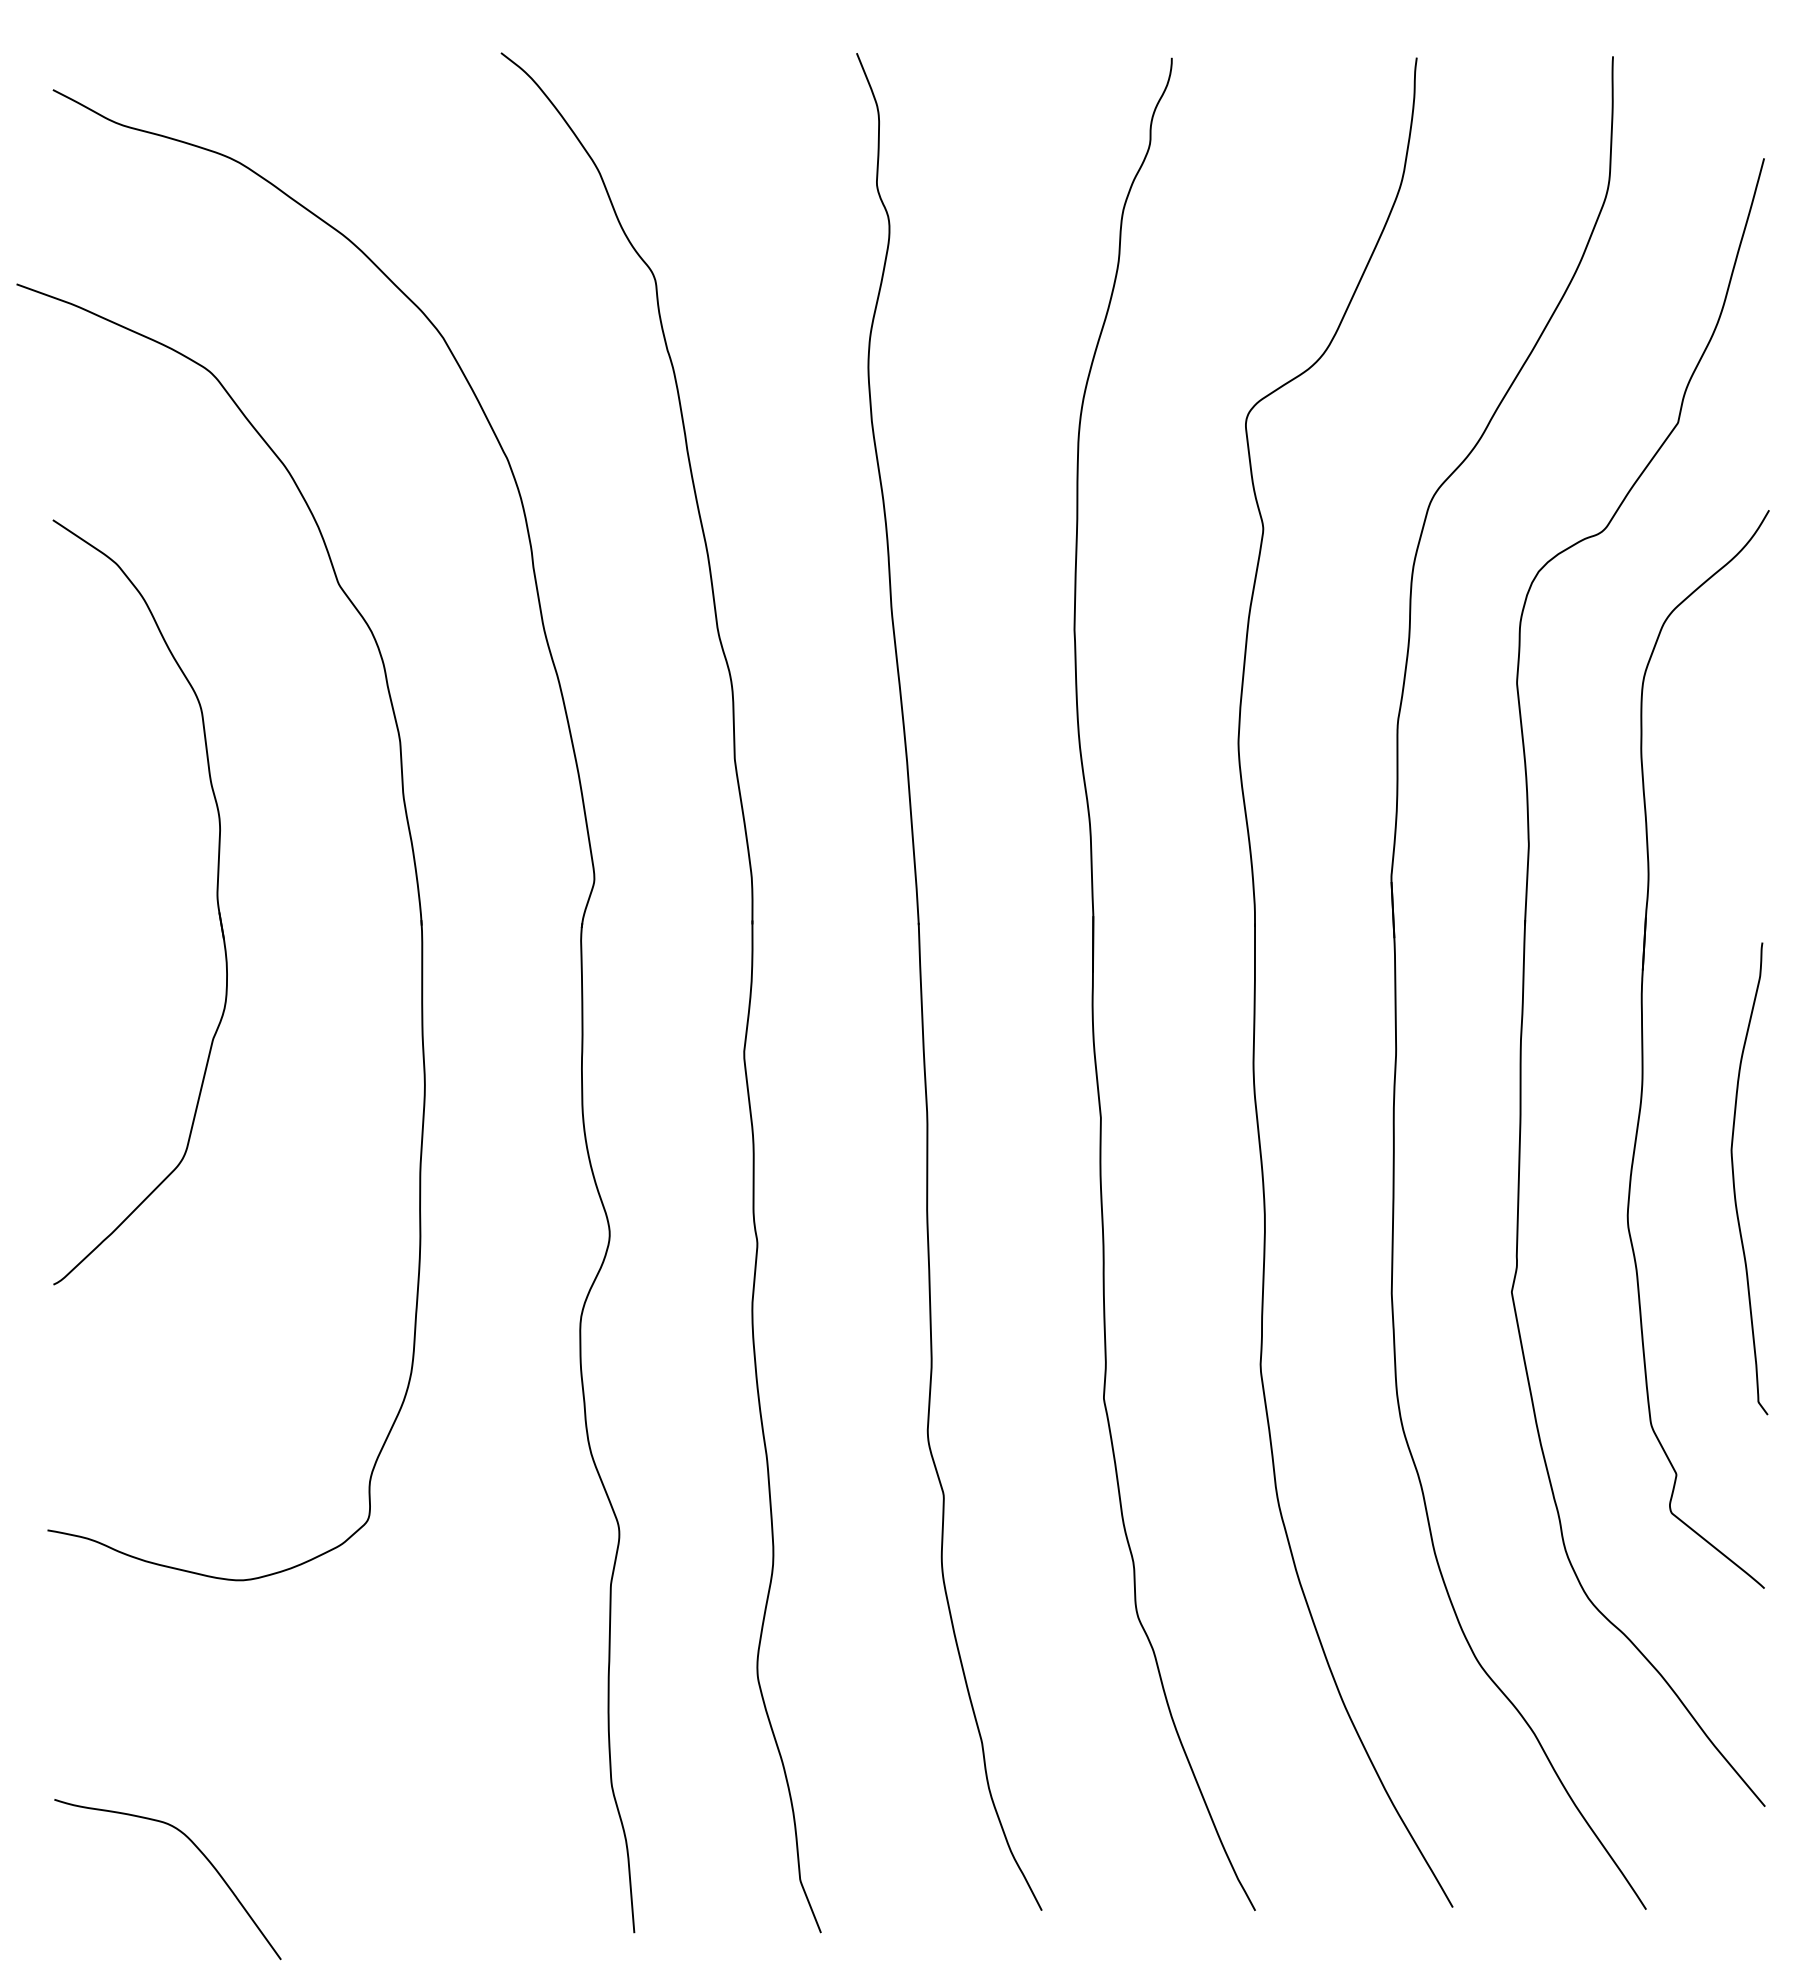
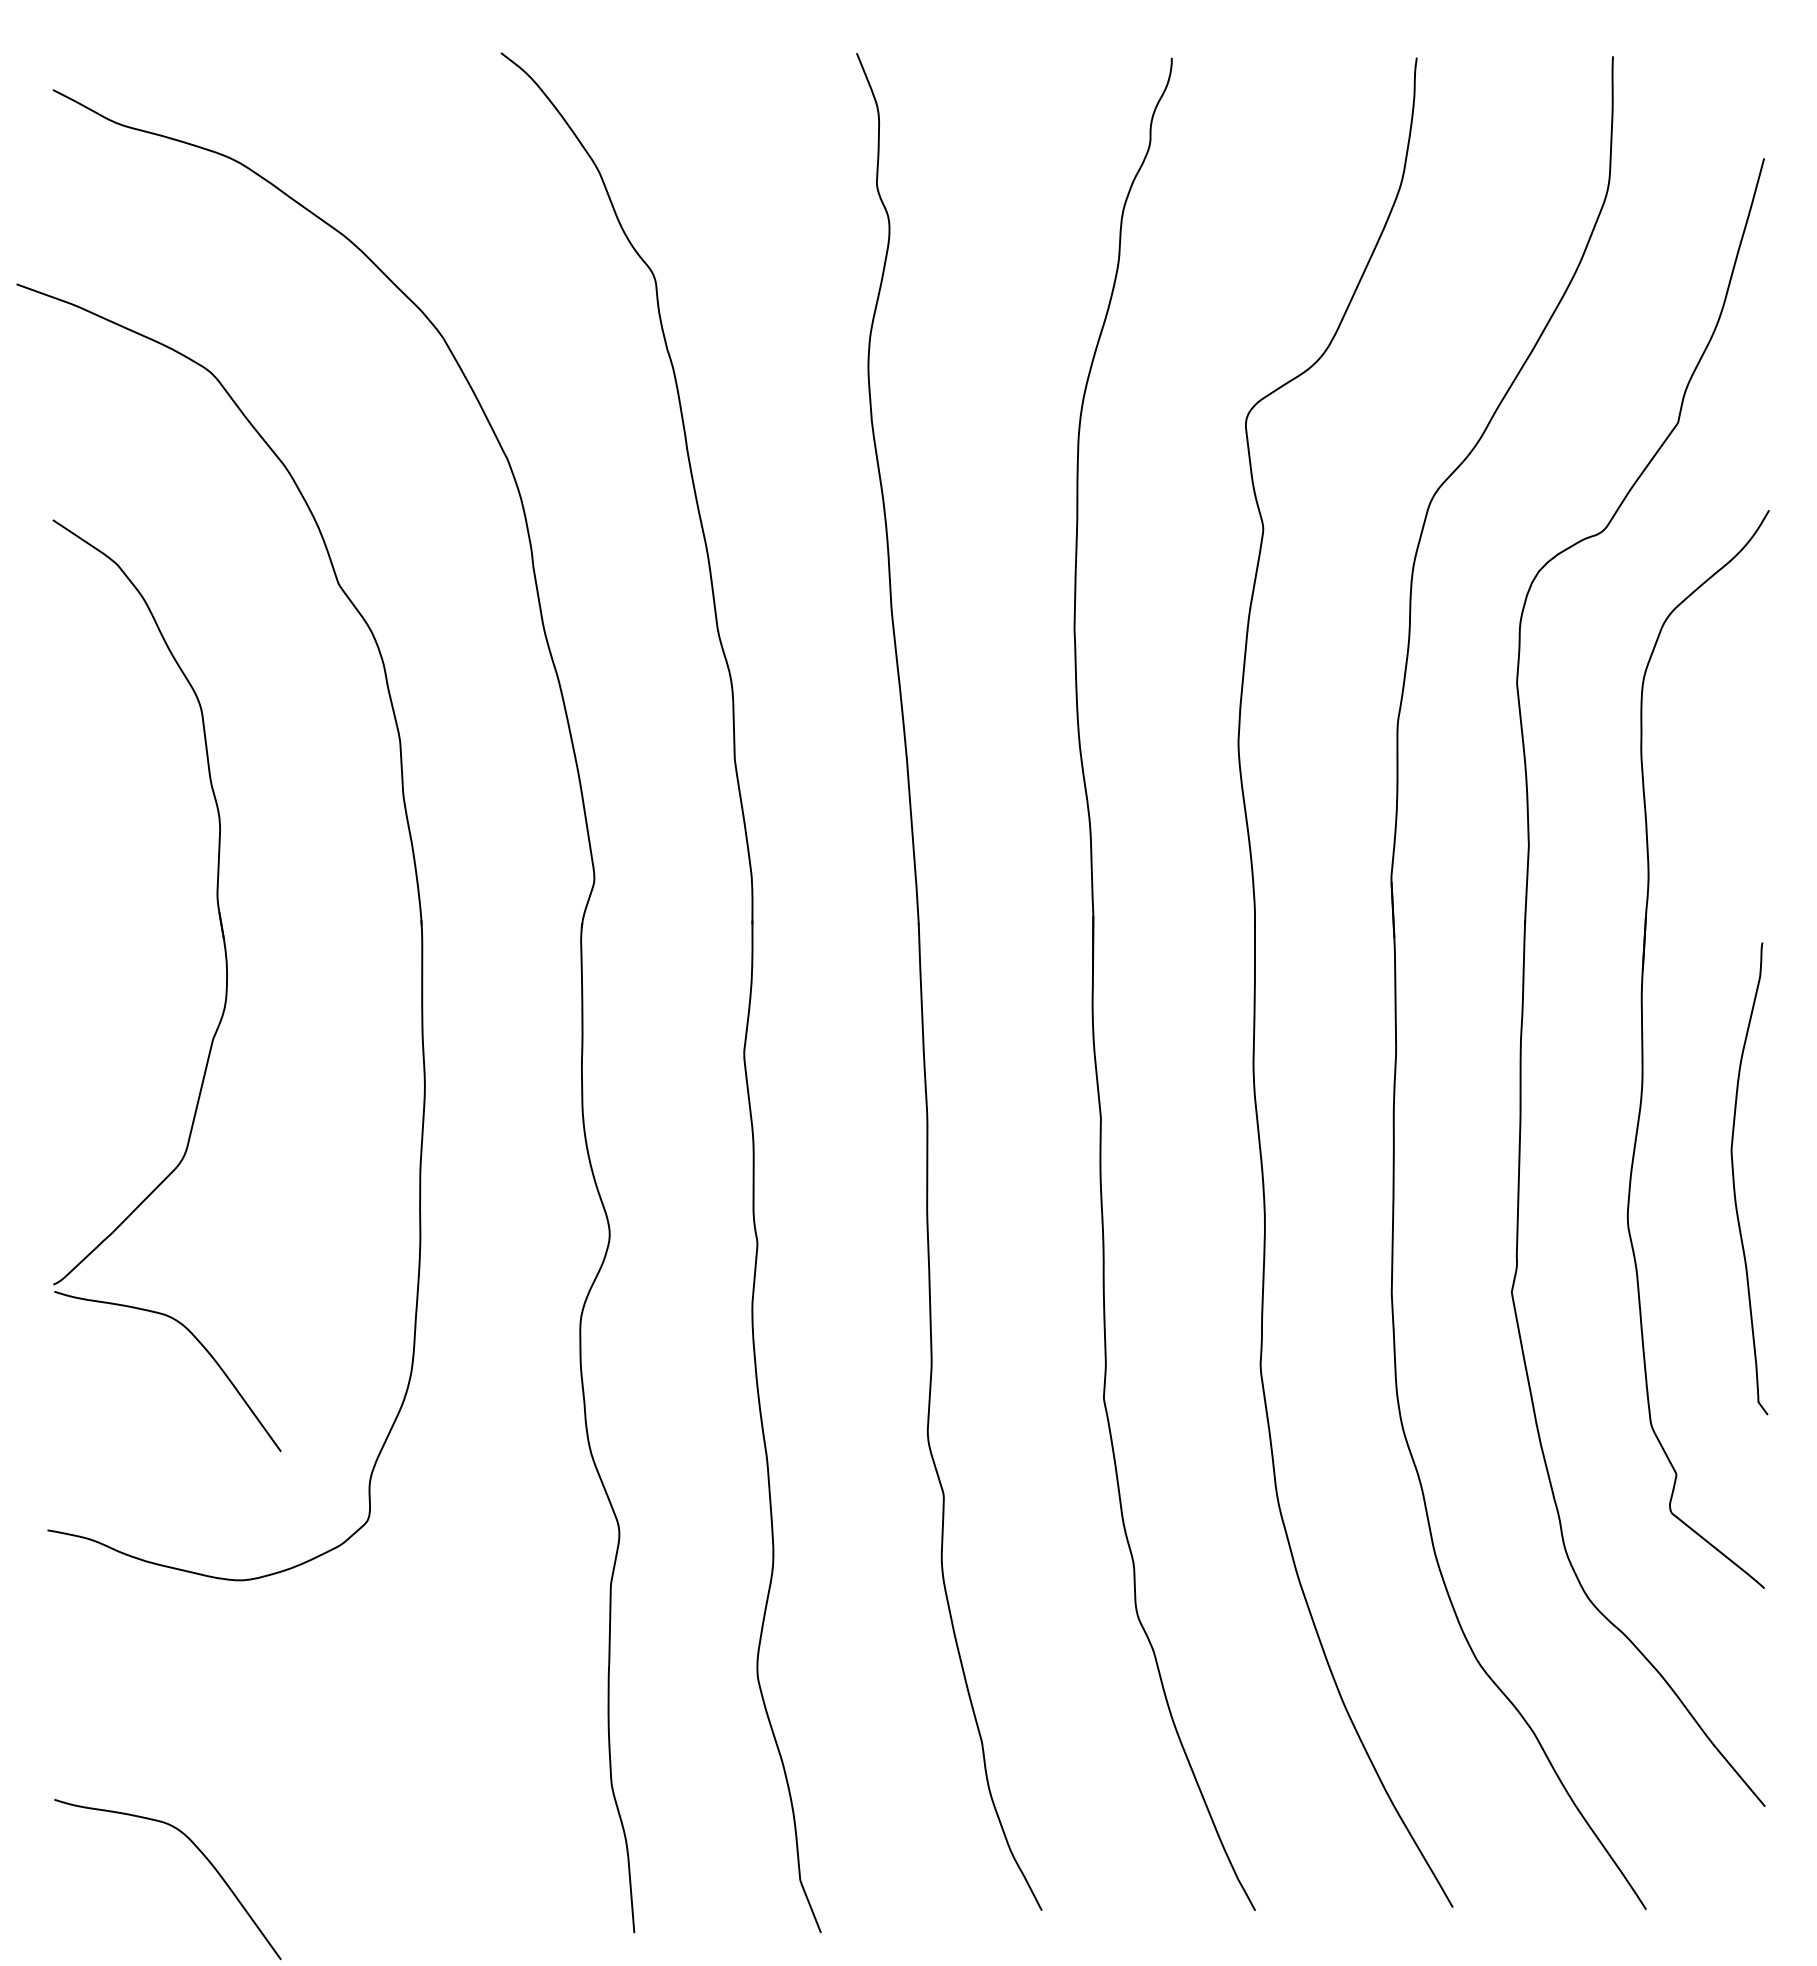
curve at (197, 1341): none -> present
